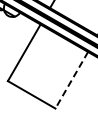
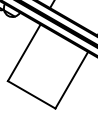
line at (71, 80): dashed -> solid
